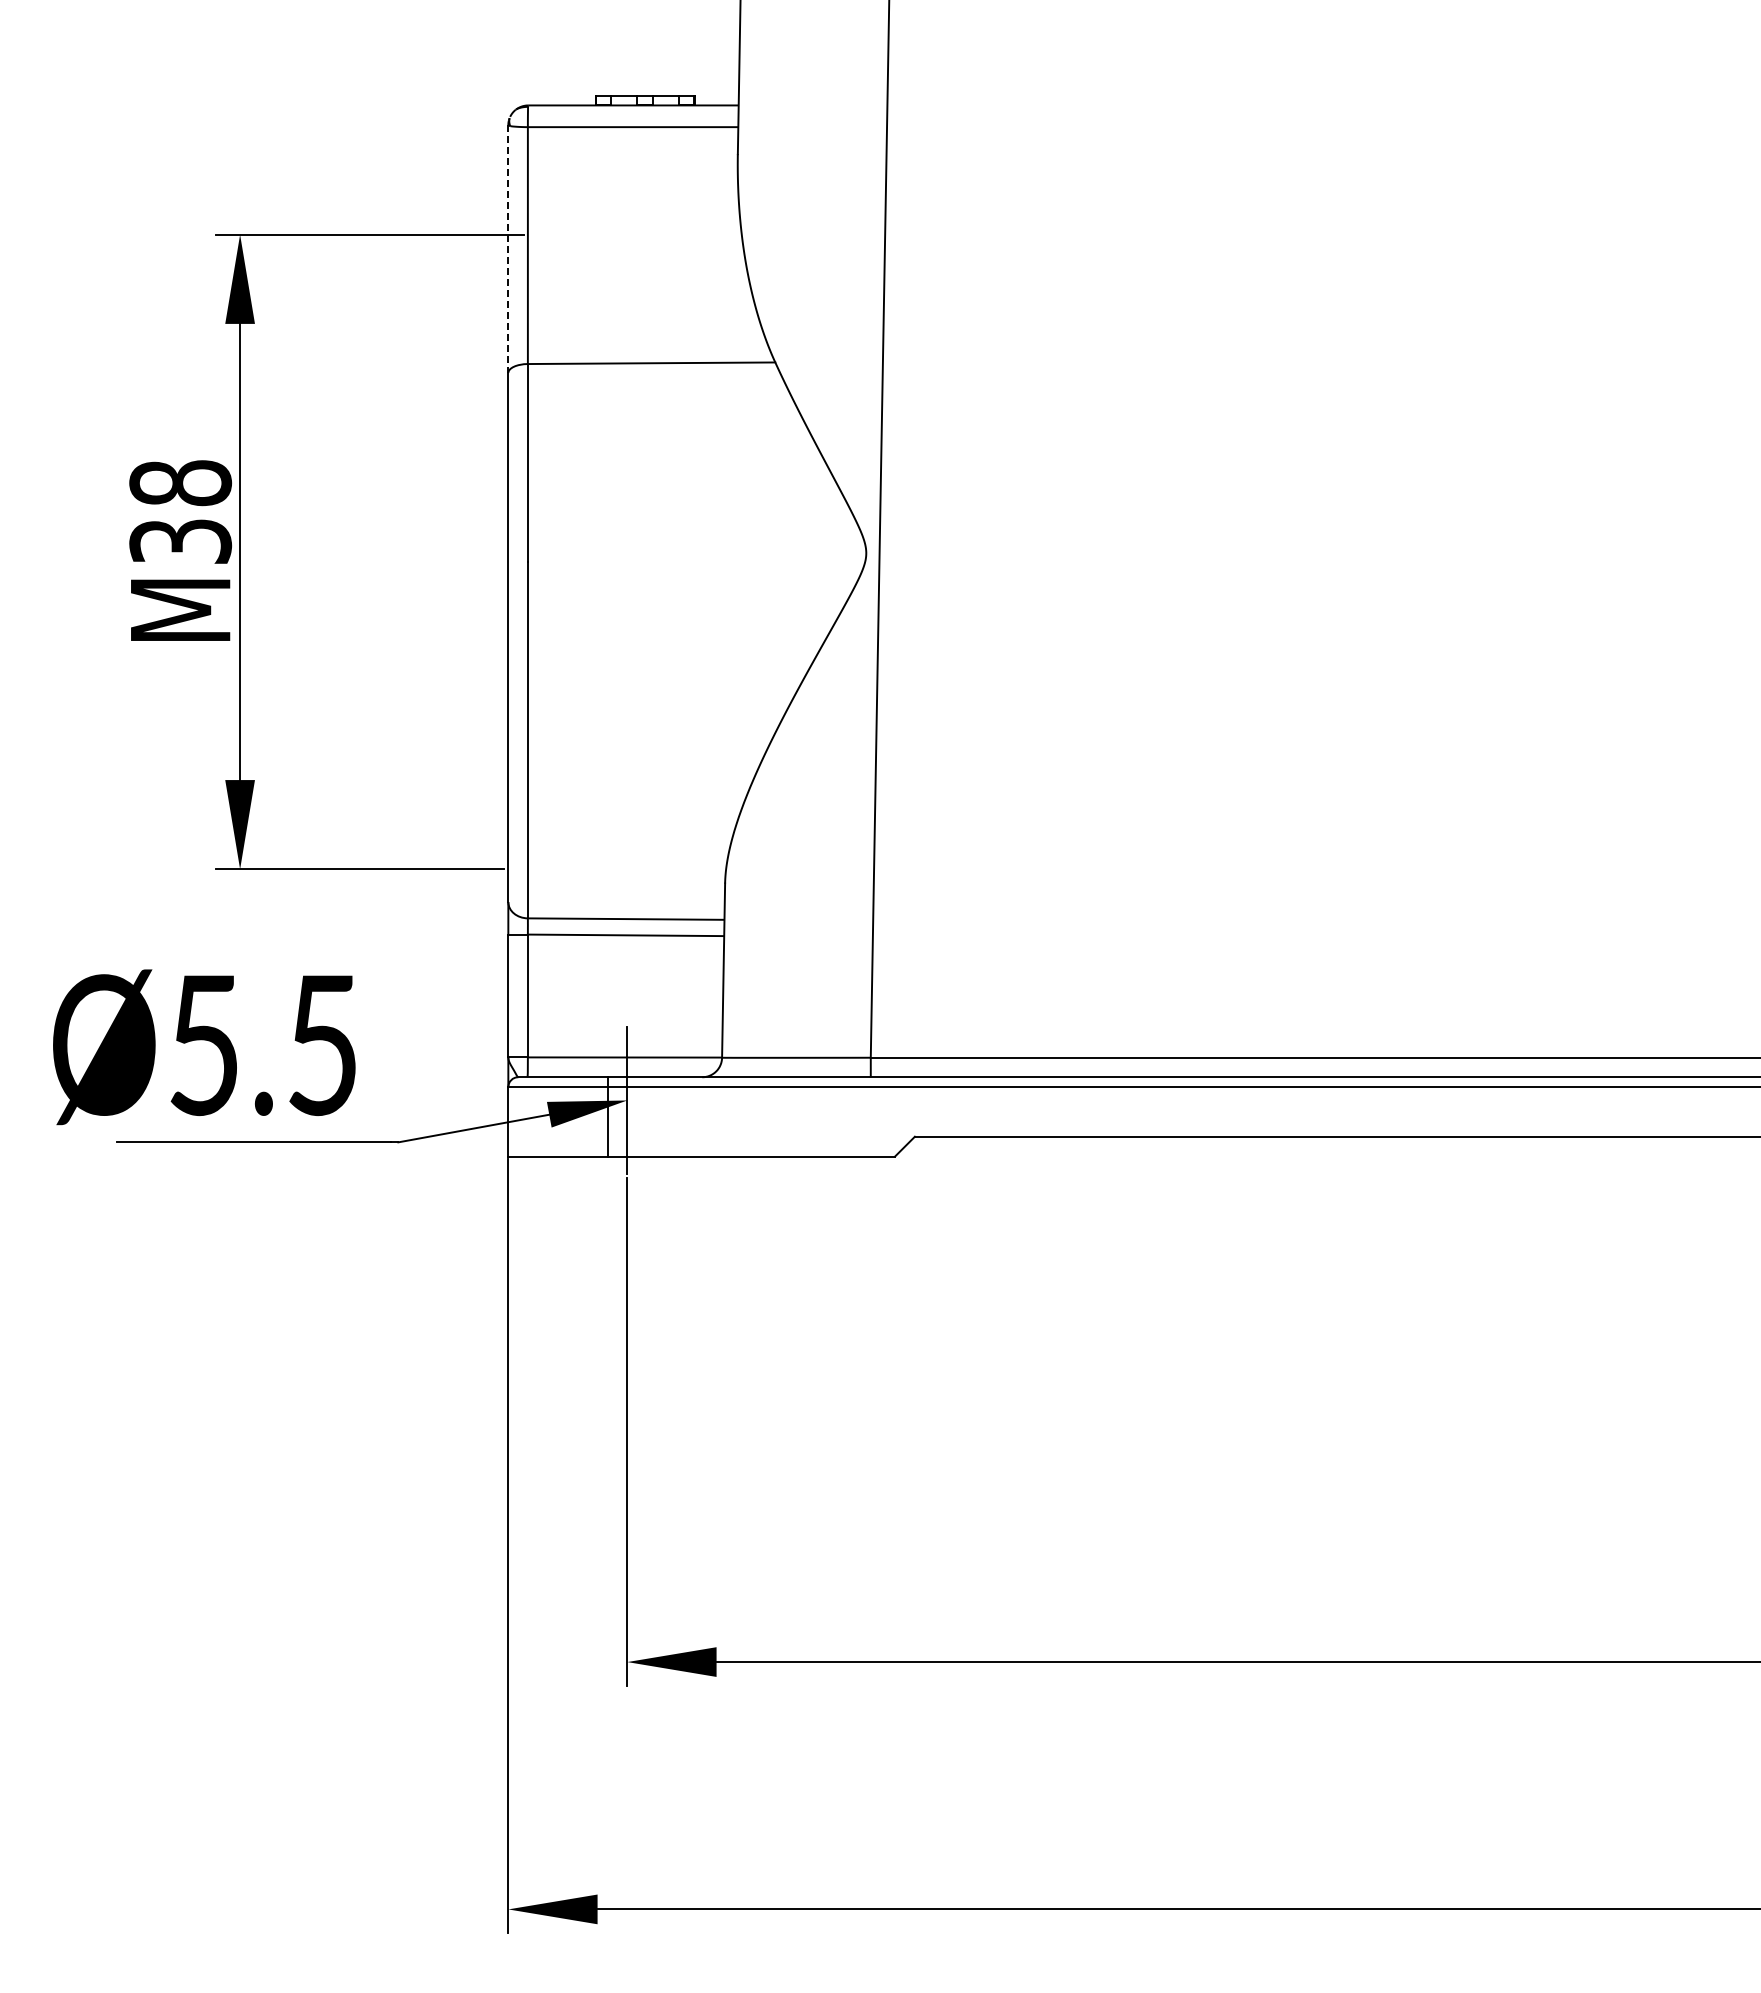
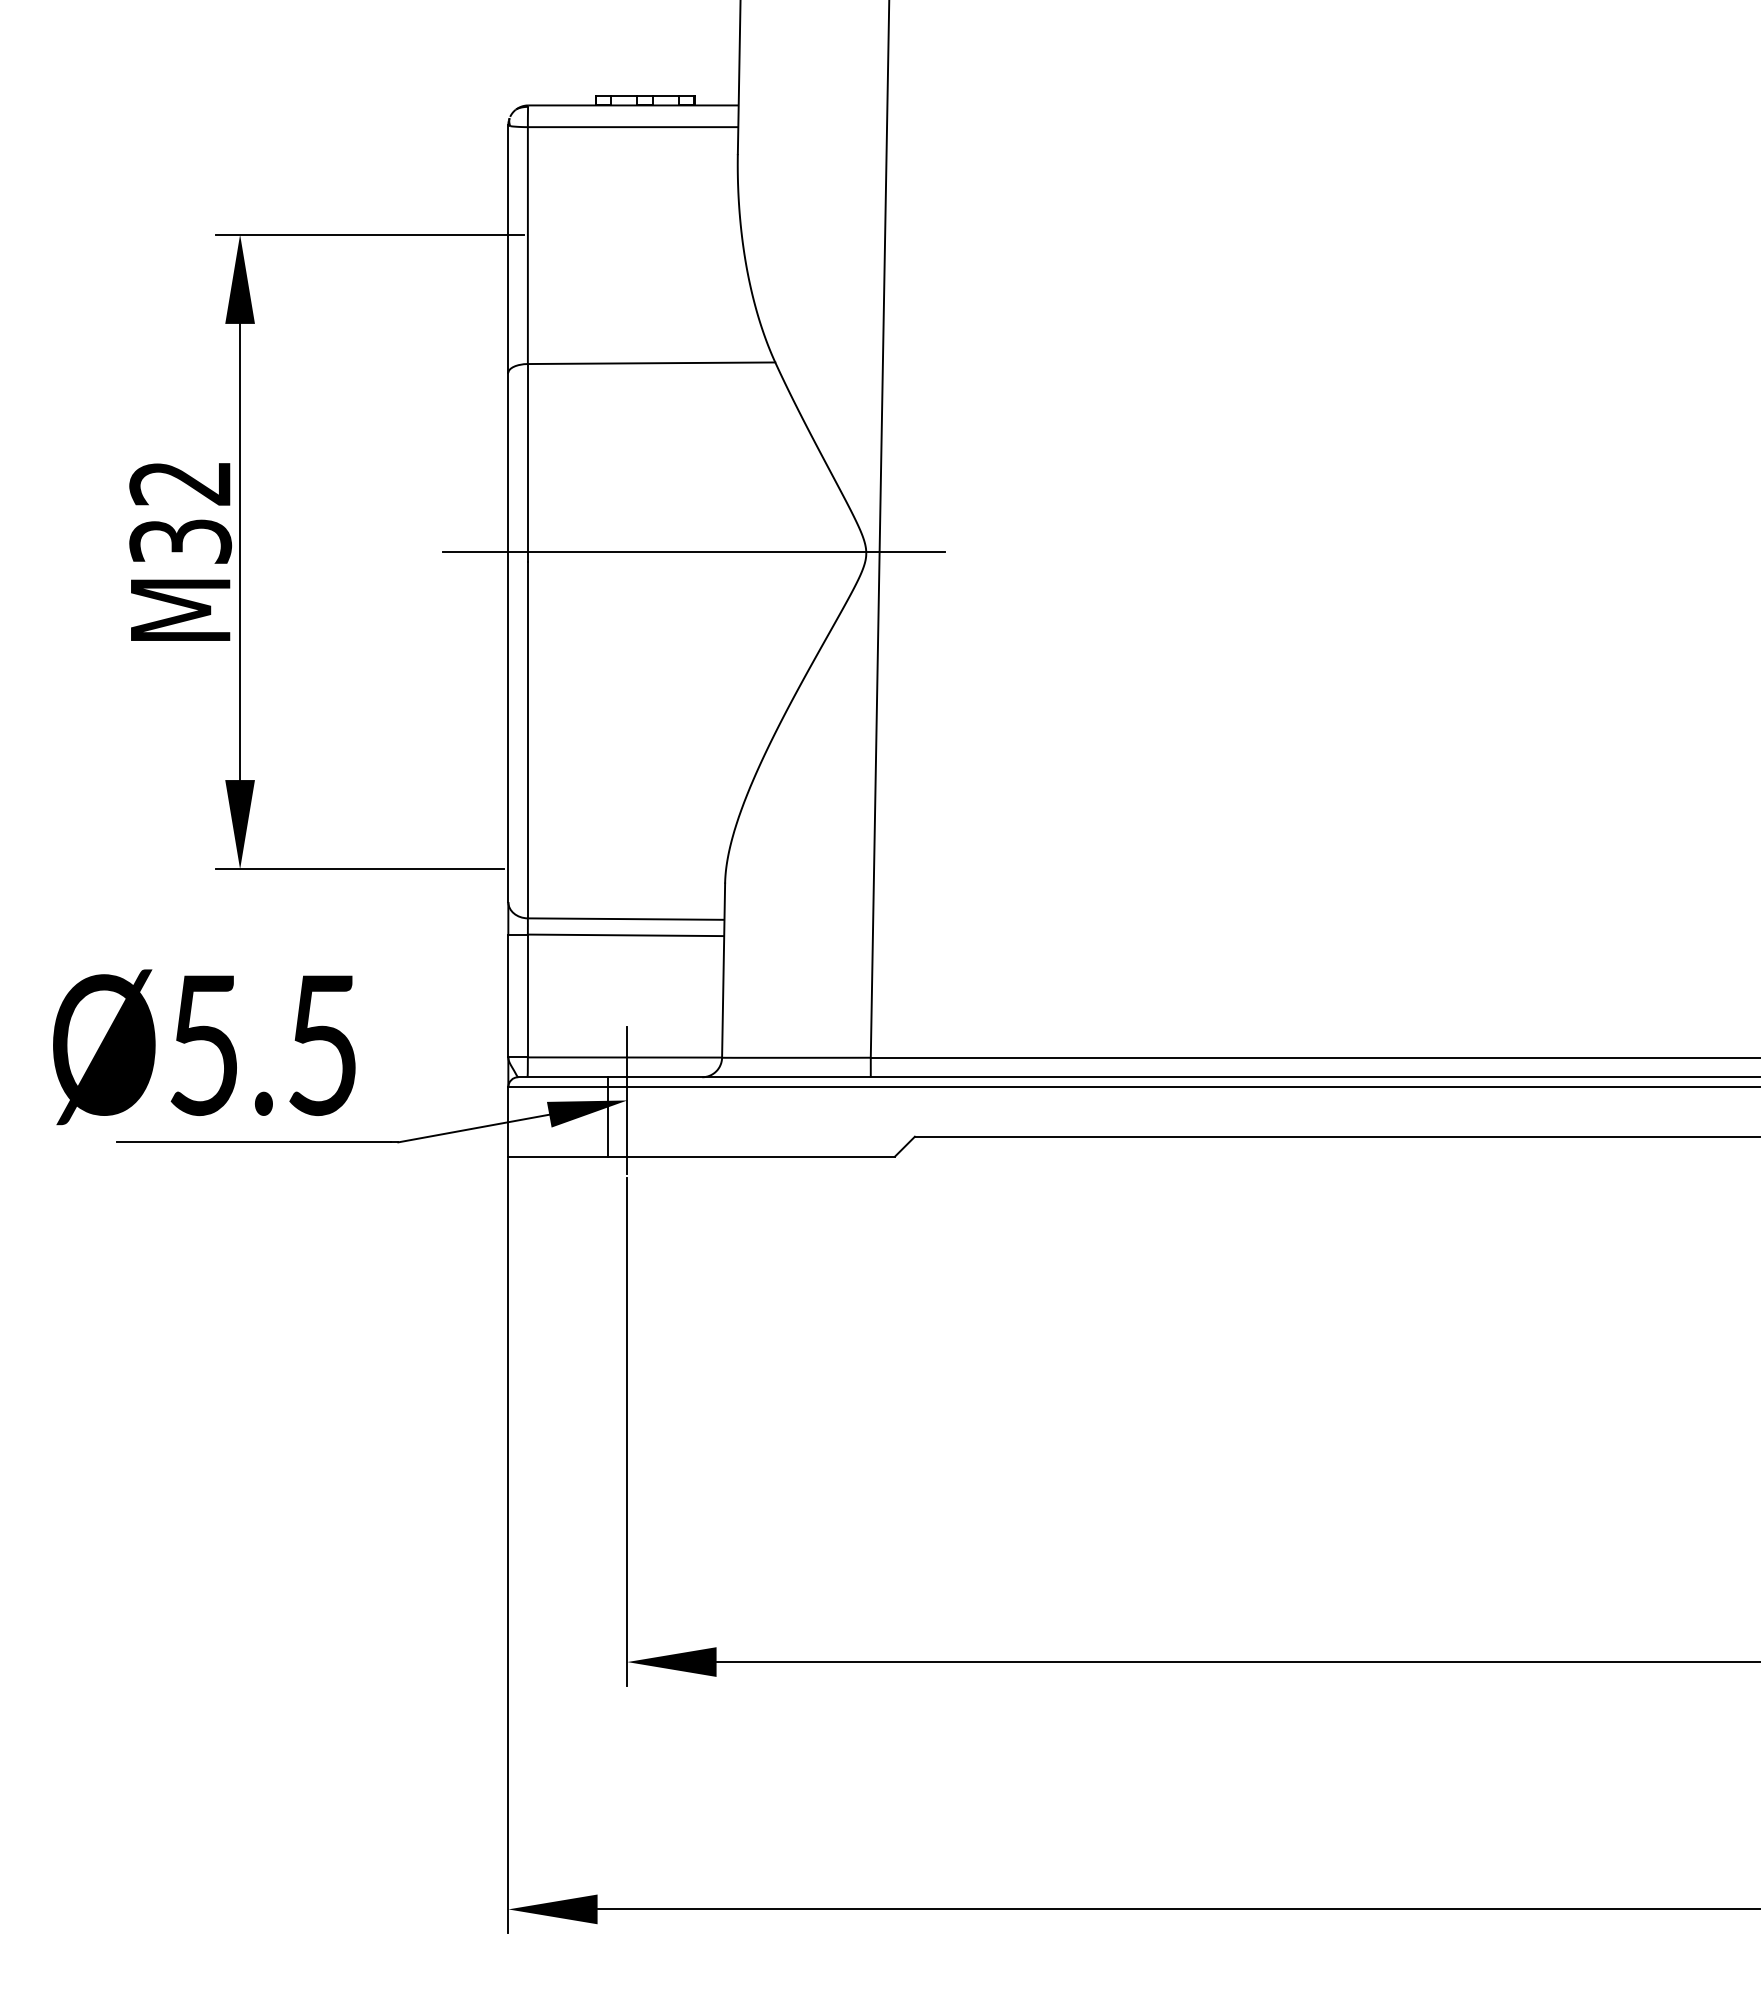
line at (508, 249): dashed -> solid
text at (180, 483): M38 -> M32
line at (693, 551): none -> present
